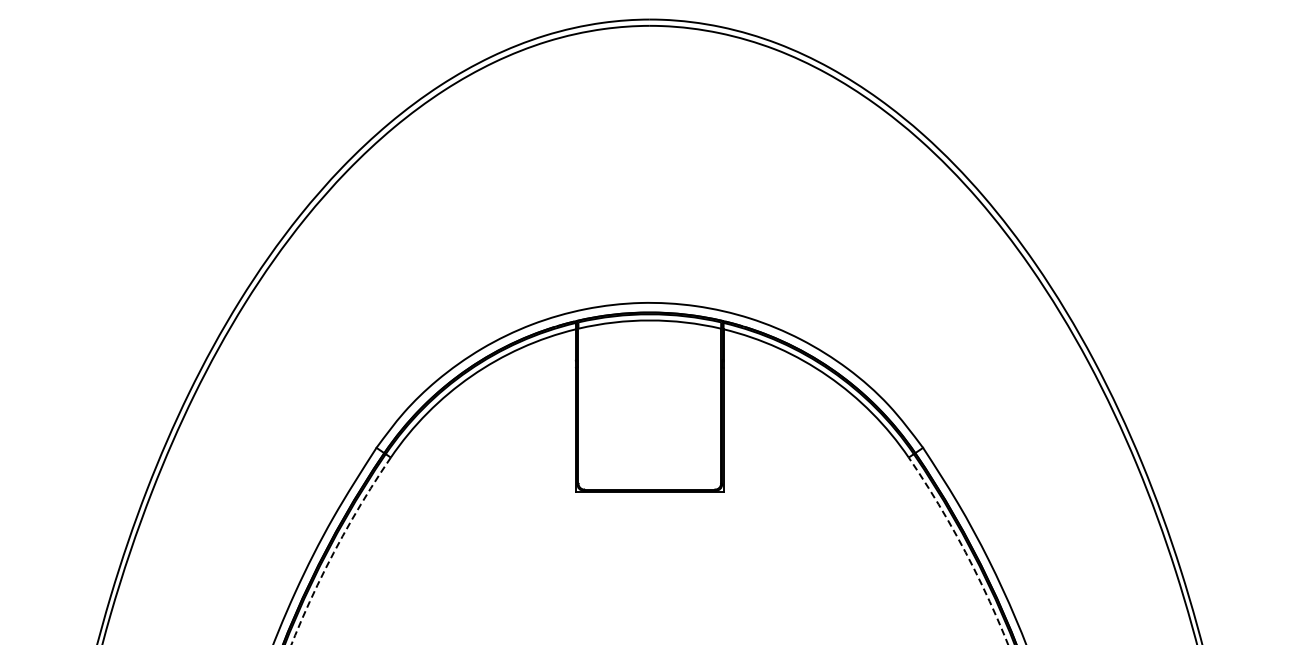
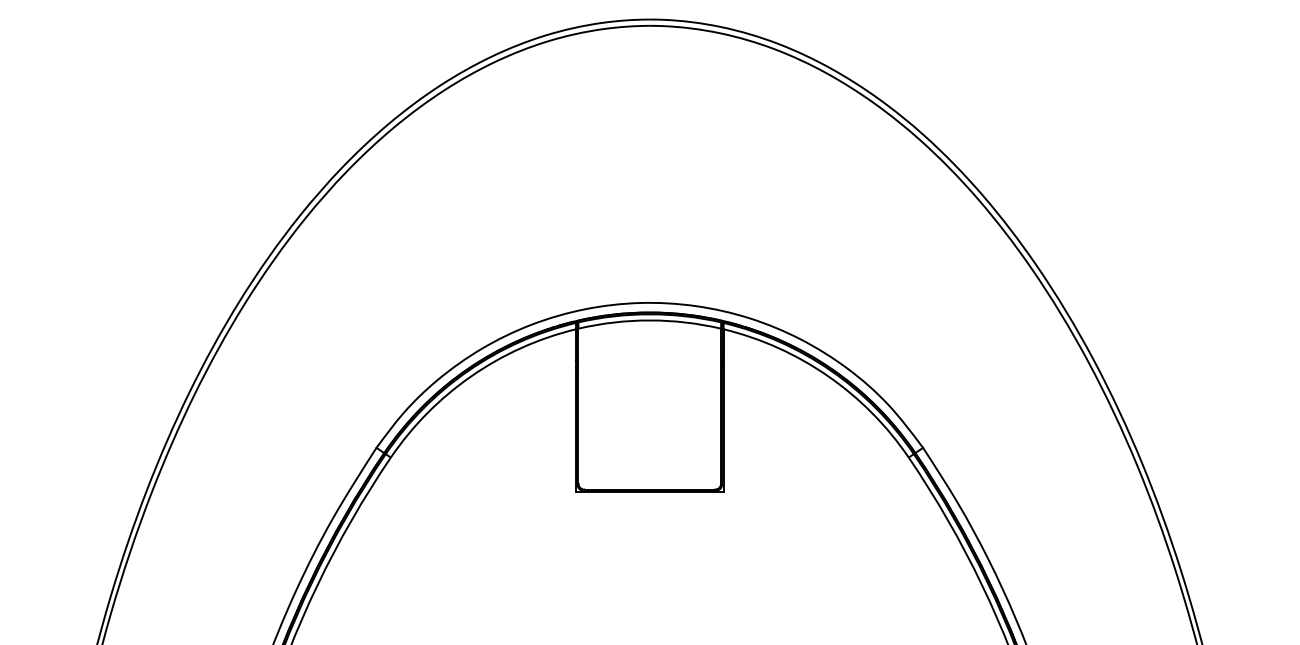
arc at (963, 548): dashed -> solid
arc at (335, 549): dashed -> solid
